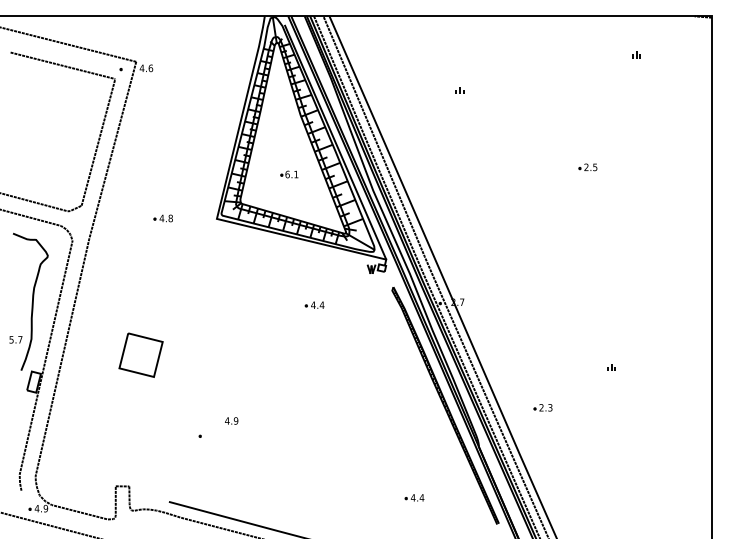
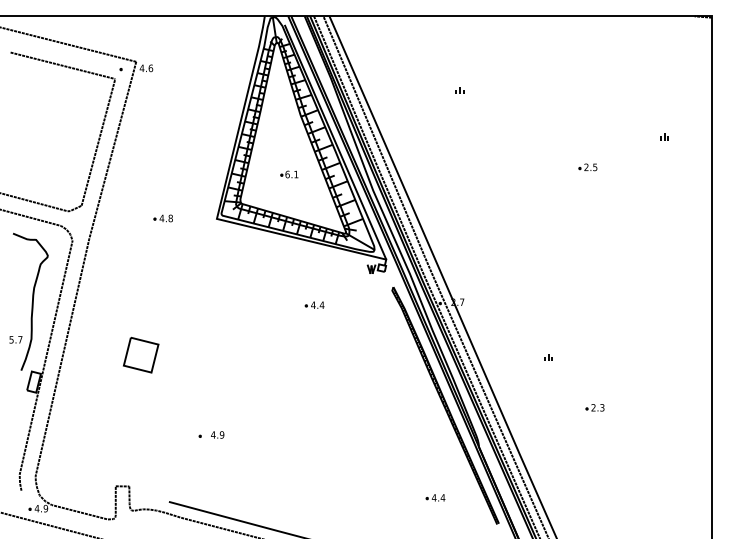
part at (636, 54) position: (636, 54) -> (664, 136)
part at (140, 354) size: 46x46 px -> 37x38 px
part at (611, 367) position: (611, 367) -> (548, 357)
part at (542, 407) position: (542, 407) -> (594, 407)
text at (231, 420) position: (231, 420) -> (217, 434)
part at (414, 497) position: (414, 497) -> (435, 497)
